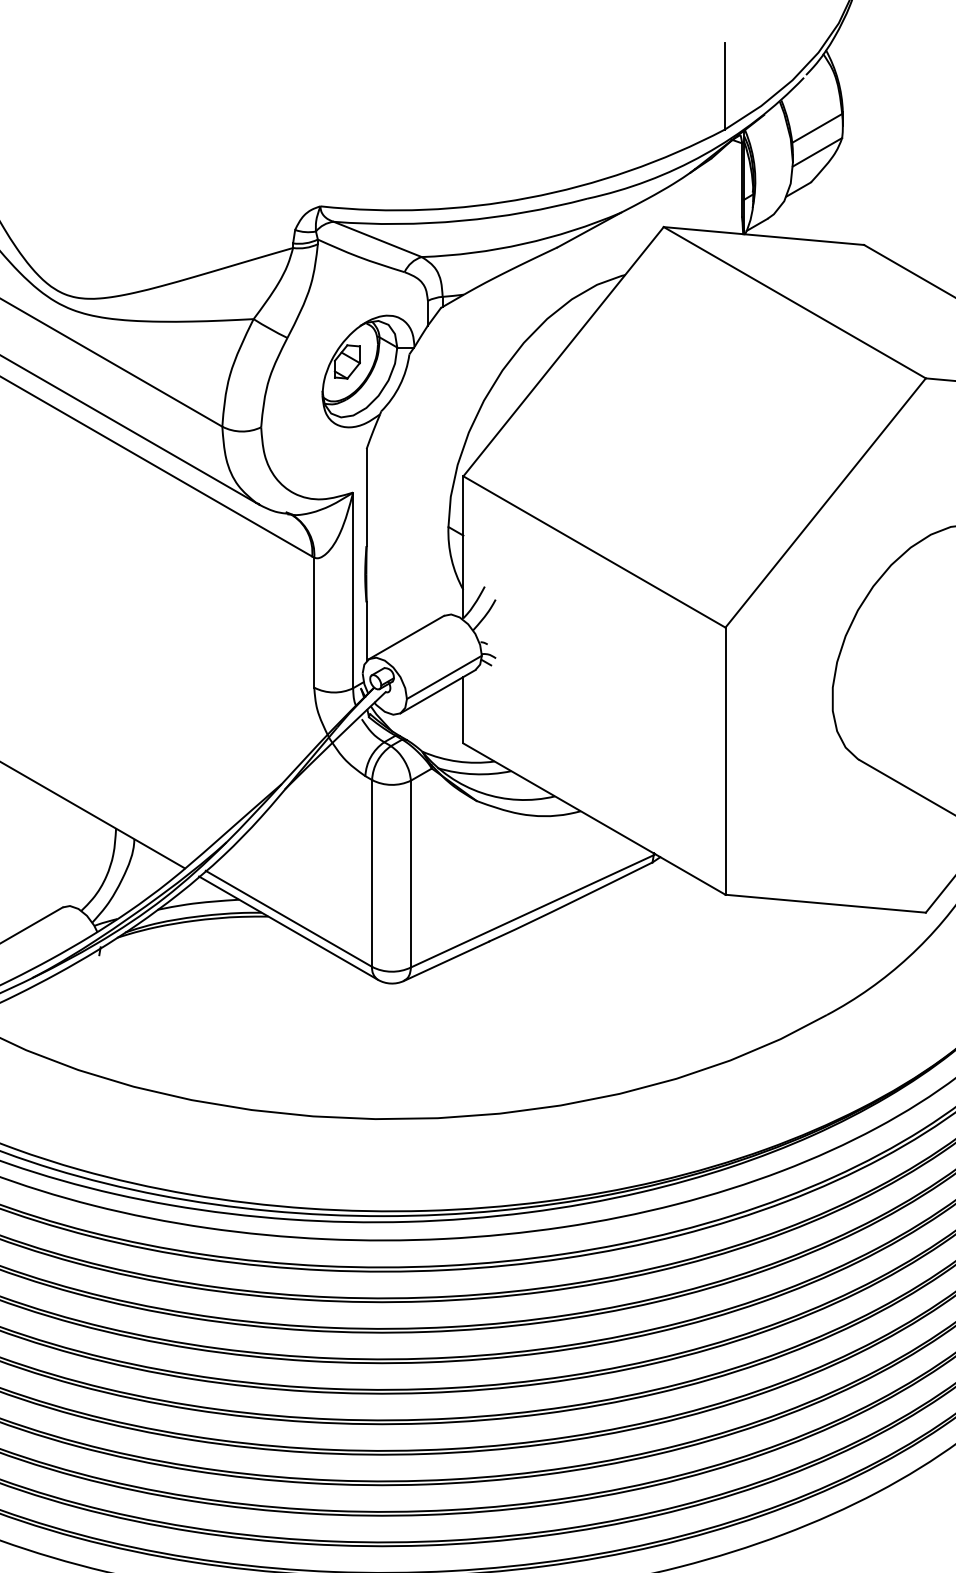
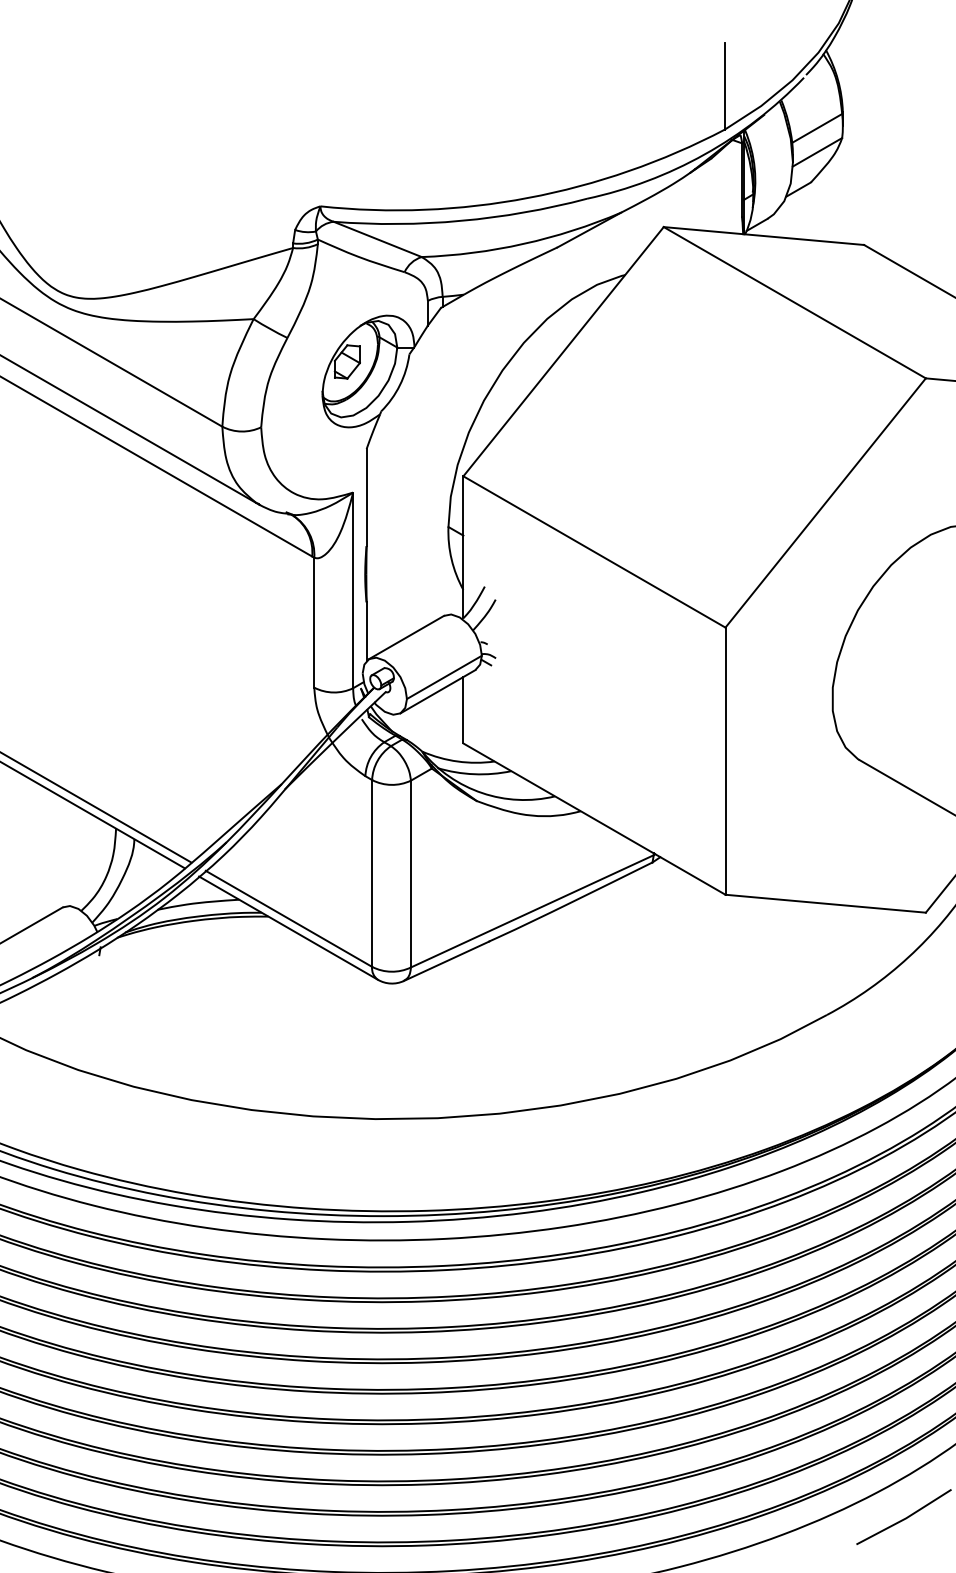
line at (96, 807): none -> present
line at (903, 1518): none -> present
